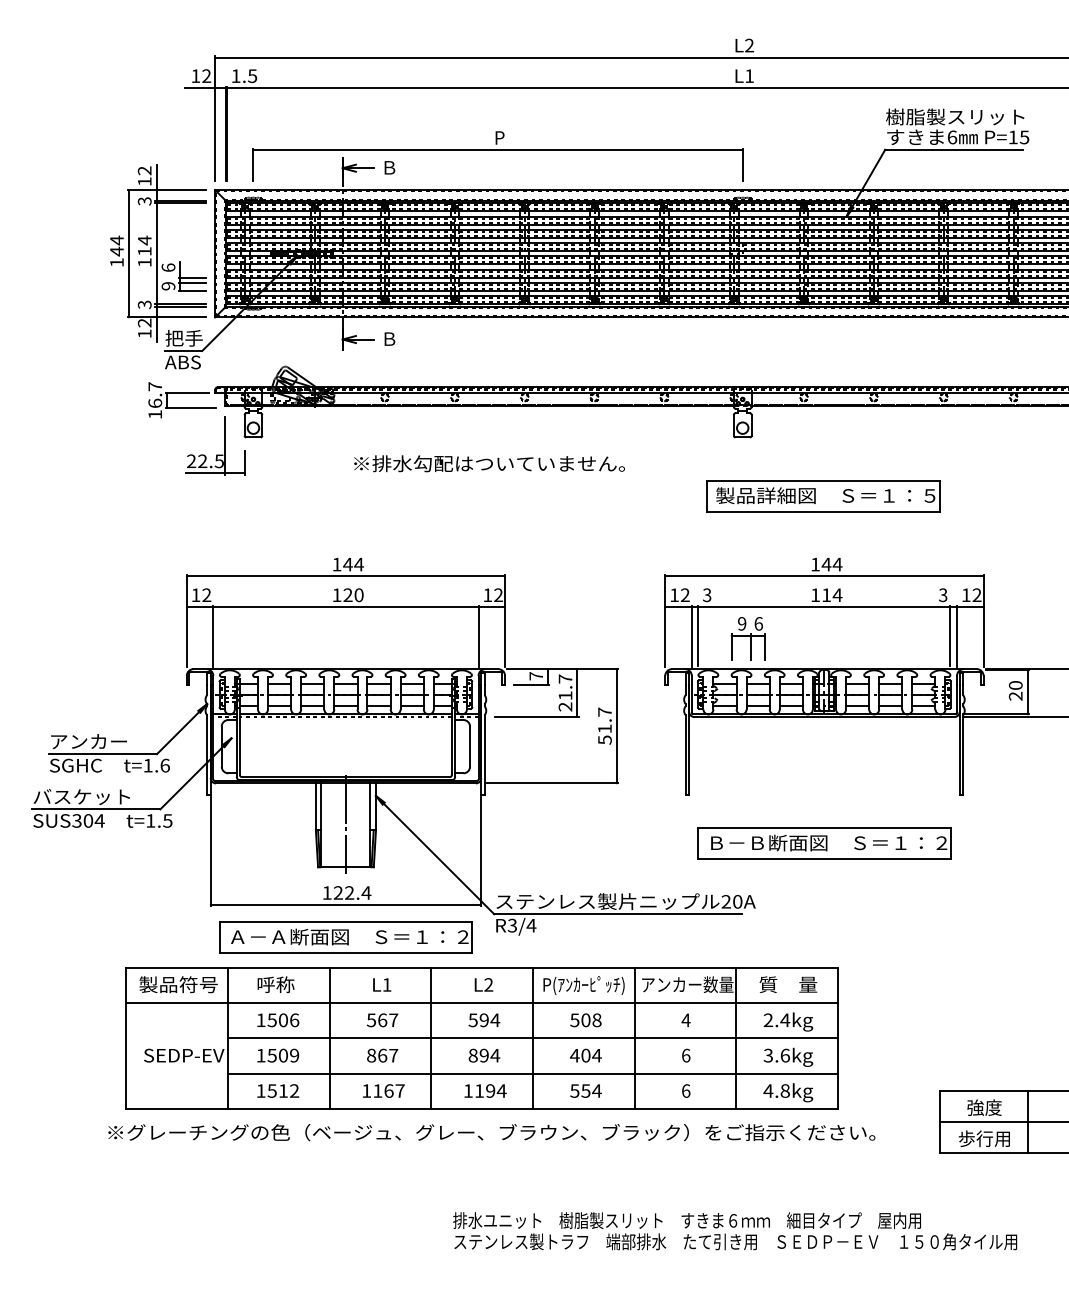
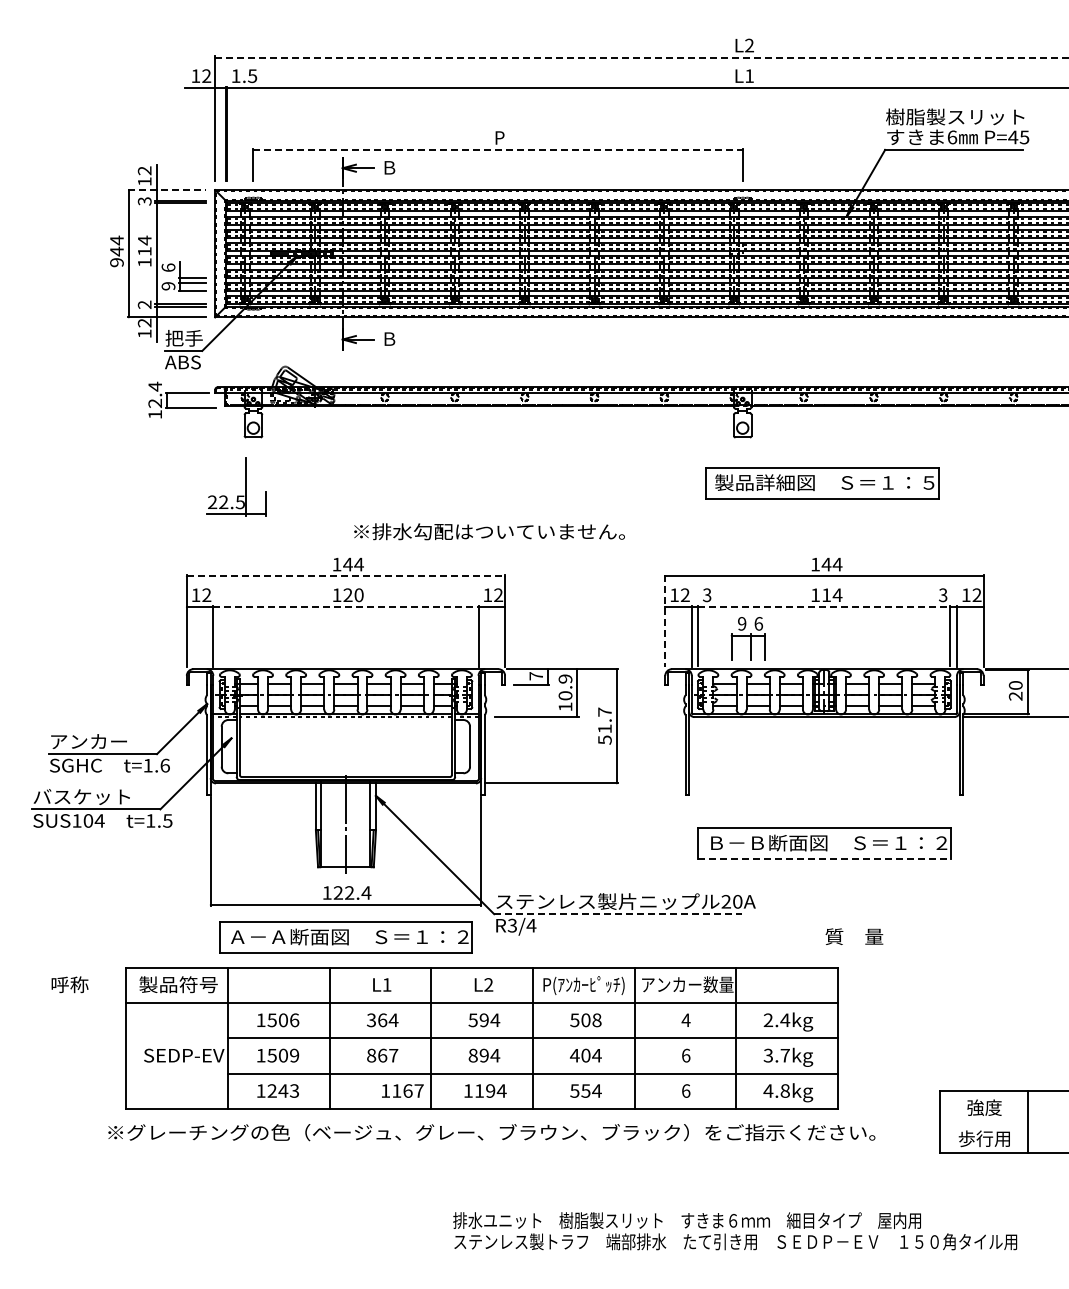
line at (642, 57): solid -> dashed
text at (1013, 137): P=15 -> P=45
line at (498, 149): solid -> dashed
line at (167, 190): solid -> dashed
text at (116, 262): 144 -> 944
text at (144, 304): 3 -> 2
text at (155, 394): 16.7 -> 12.4
part at (224, 445) position: (224, 445) -> (245, 486)
text at (489, 463) position: (489, 463) -> (489, 531)
part at (823, 496) position: (823, 496) -> (822, 483)
line at (346, 576): solid -> dashed
line at (345, 607): solid -> dashed
line at (824, 607): solid -> dashed
line at (665, 621): solid -> dashed
text at (565, 692): 21.7 -> 10.9
text at (76, 820): SUS304 -> SUS104
line at (824, 859): solid -> dashed
line at (617, 914): solid -> dashed
text at (275, 984) position: (275, 984) -> (69, 984)
text at (788, 984) position: (788, 984) -> (854, 936)
text at (382, 1019): 567 -> 364
text at (784, 1055): 3.6kg -> 3.7kg
text at (283, 1090): 1512 -> 1243
text at (383, 1090) position: (383, 1090) -> (402, 1090)
line at (1002, 1122): present -> none
